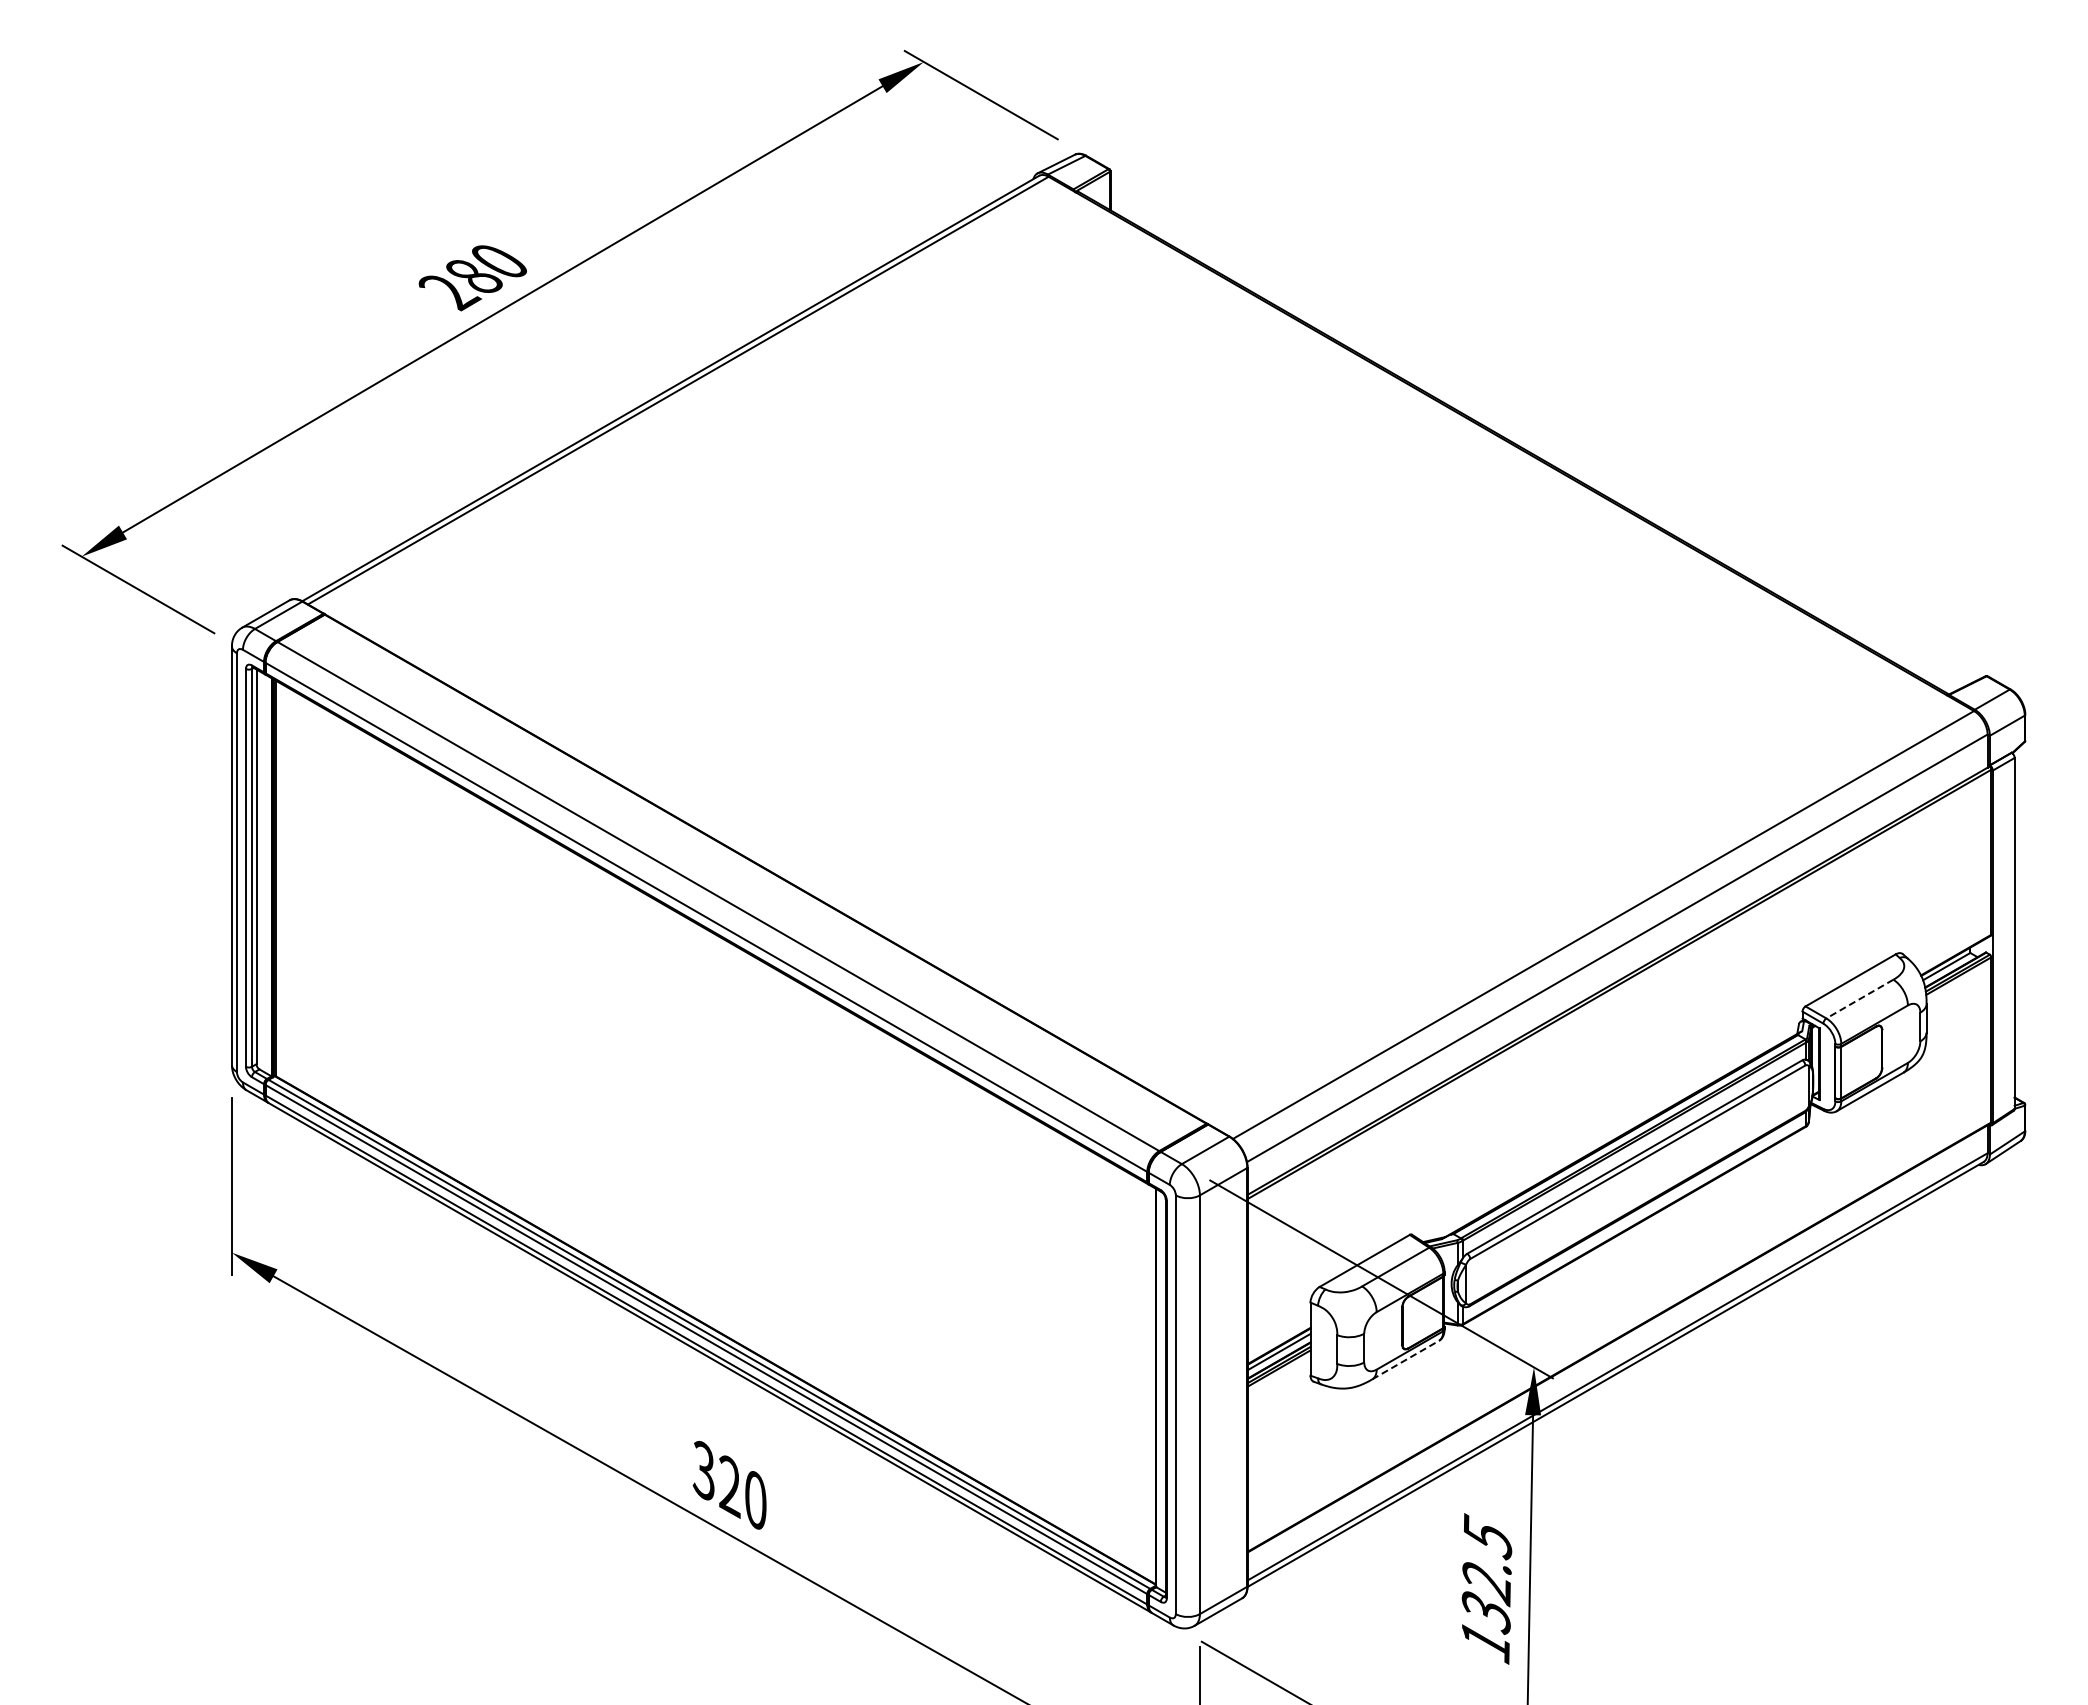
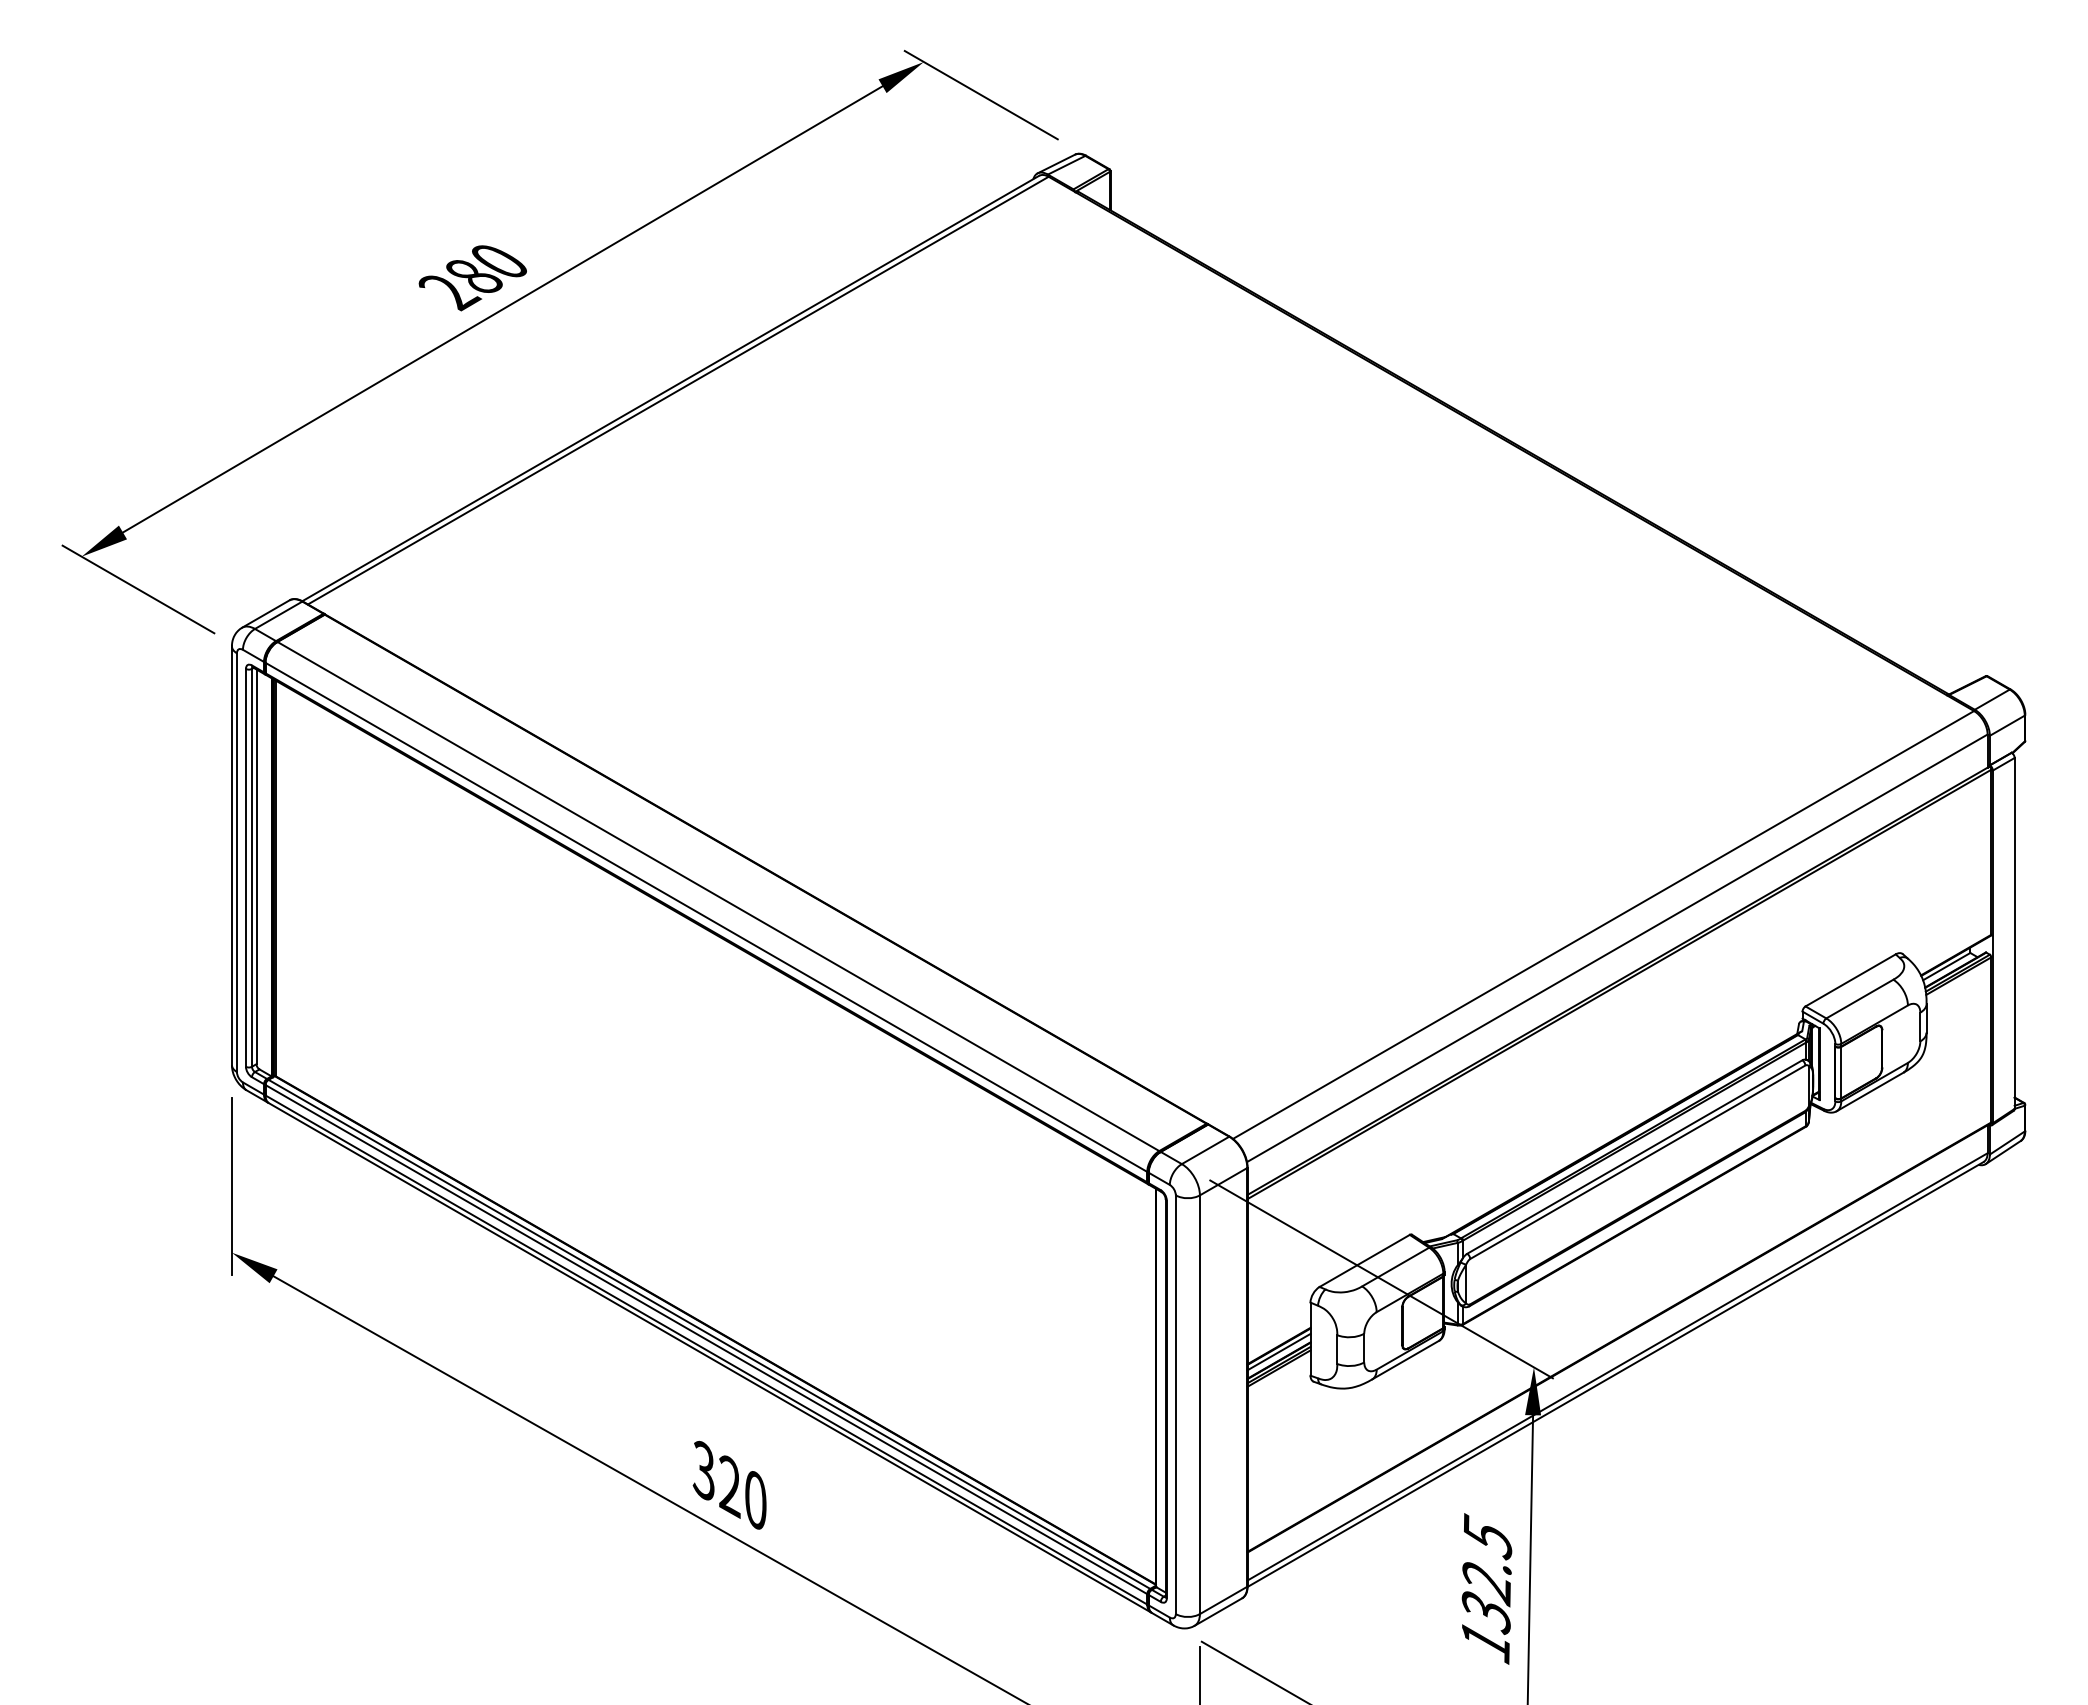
line at (1859, 999): dashed -> solid
line at (1405, 1360): dashed -> solid
